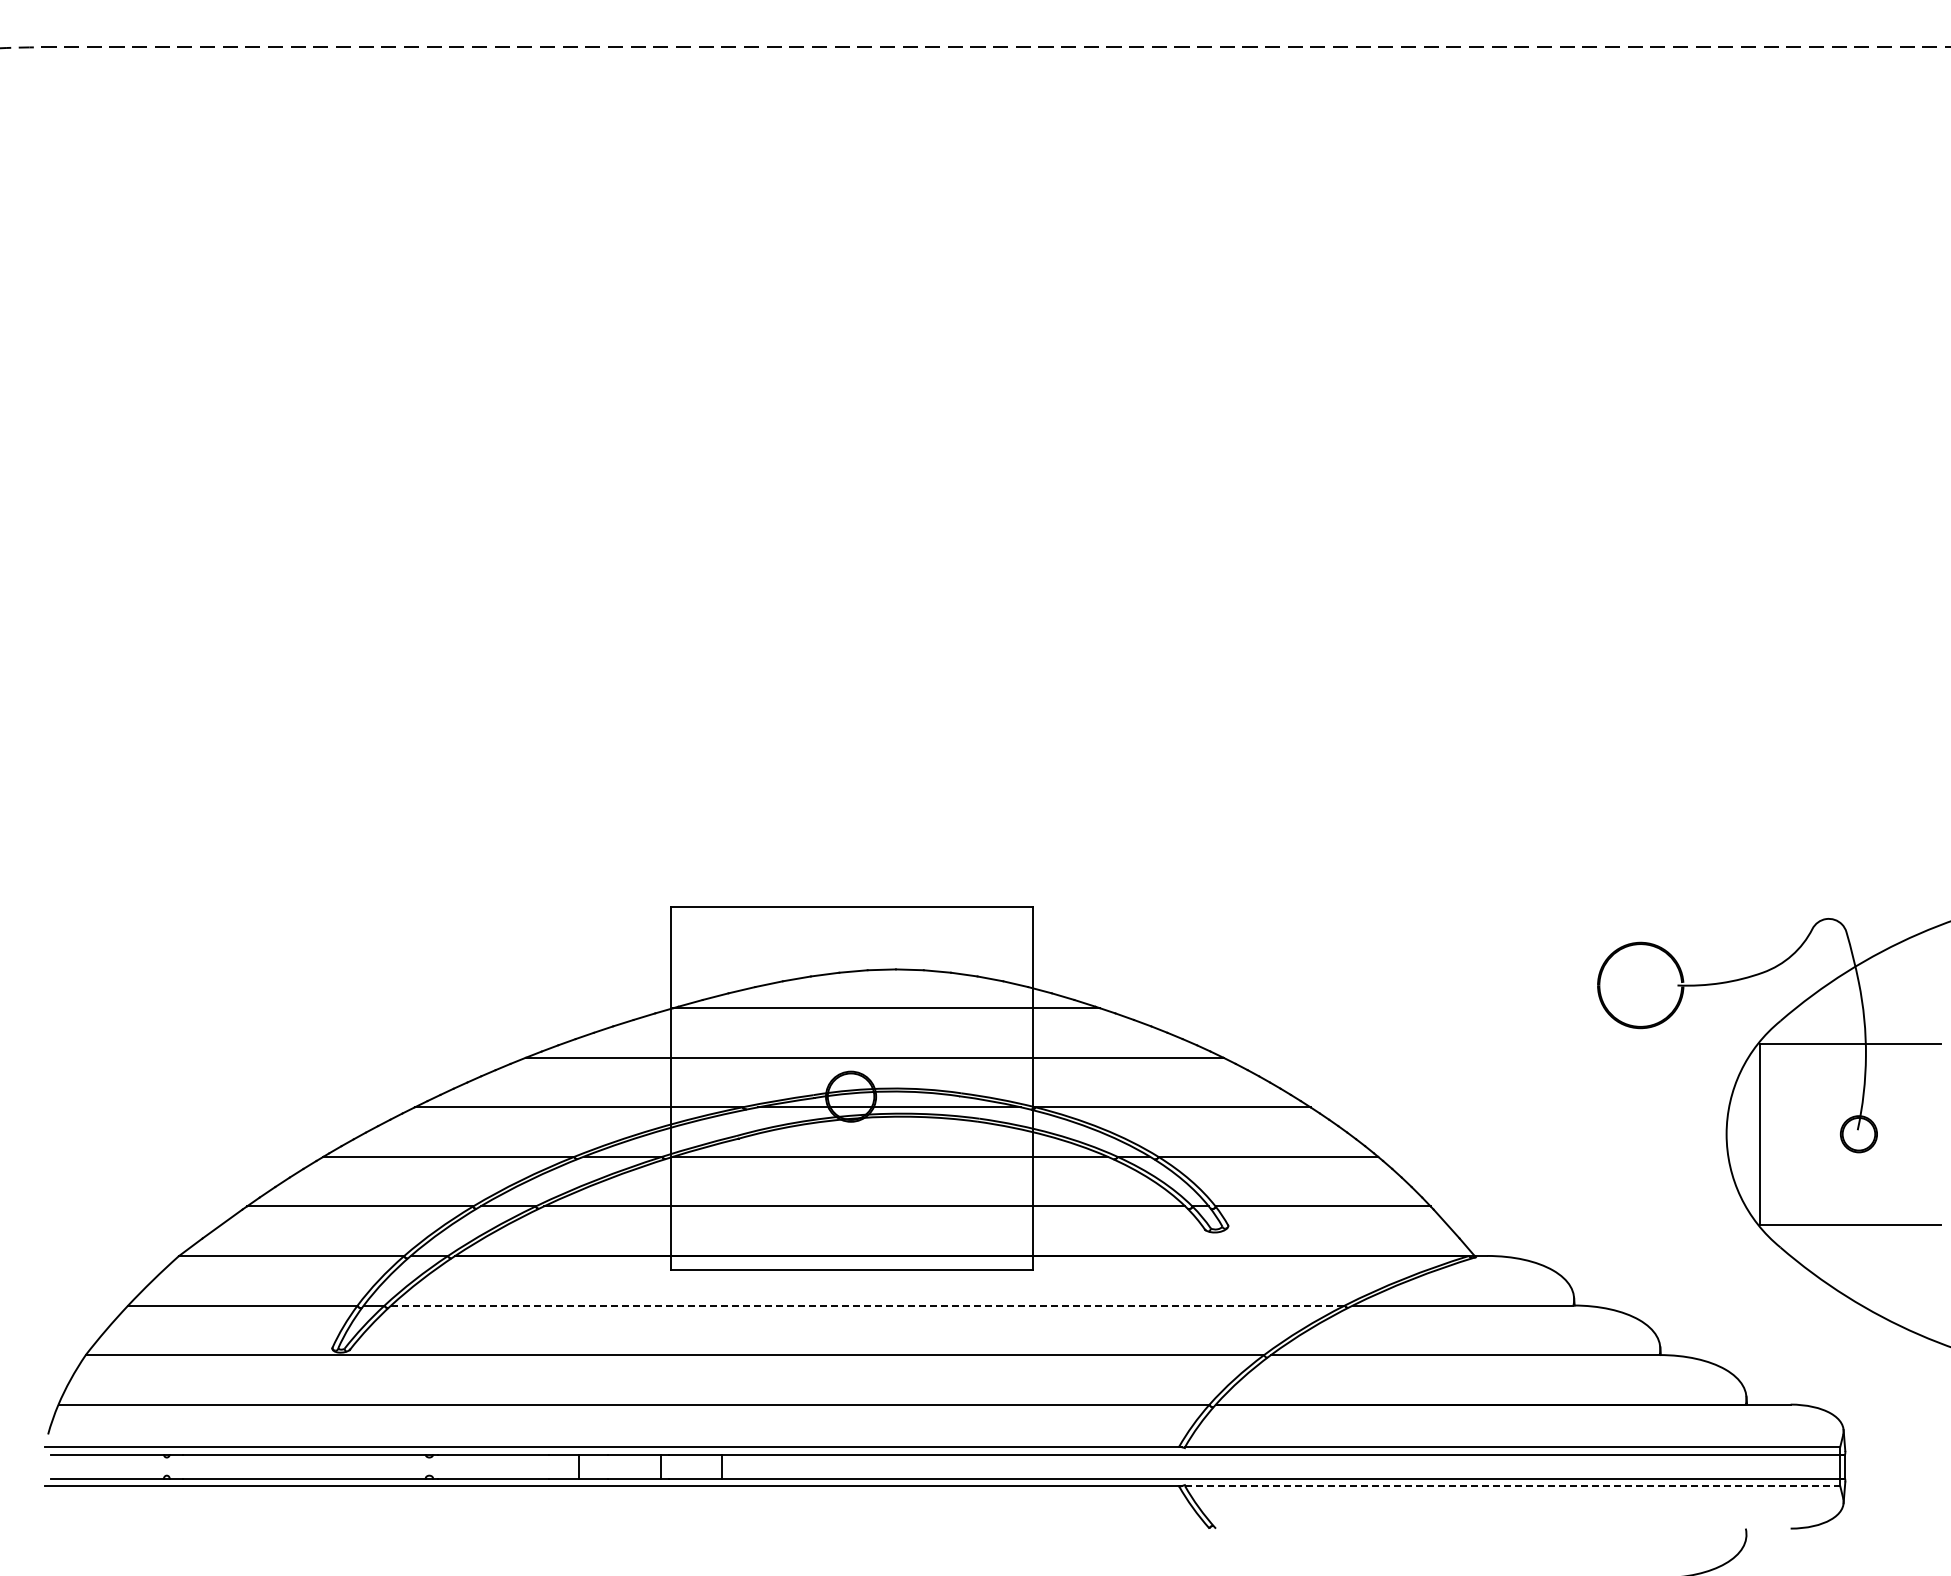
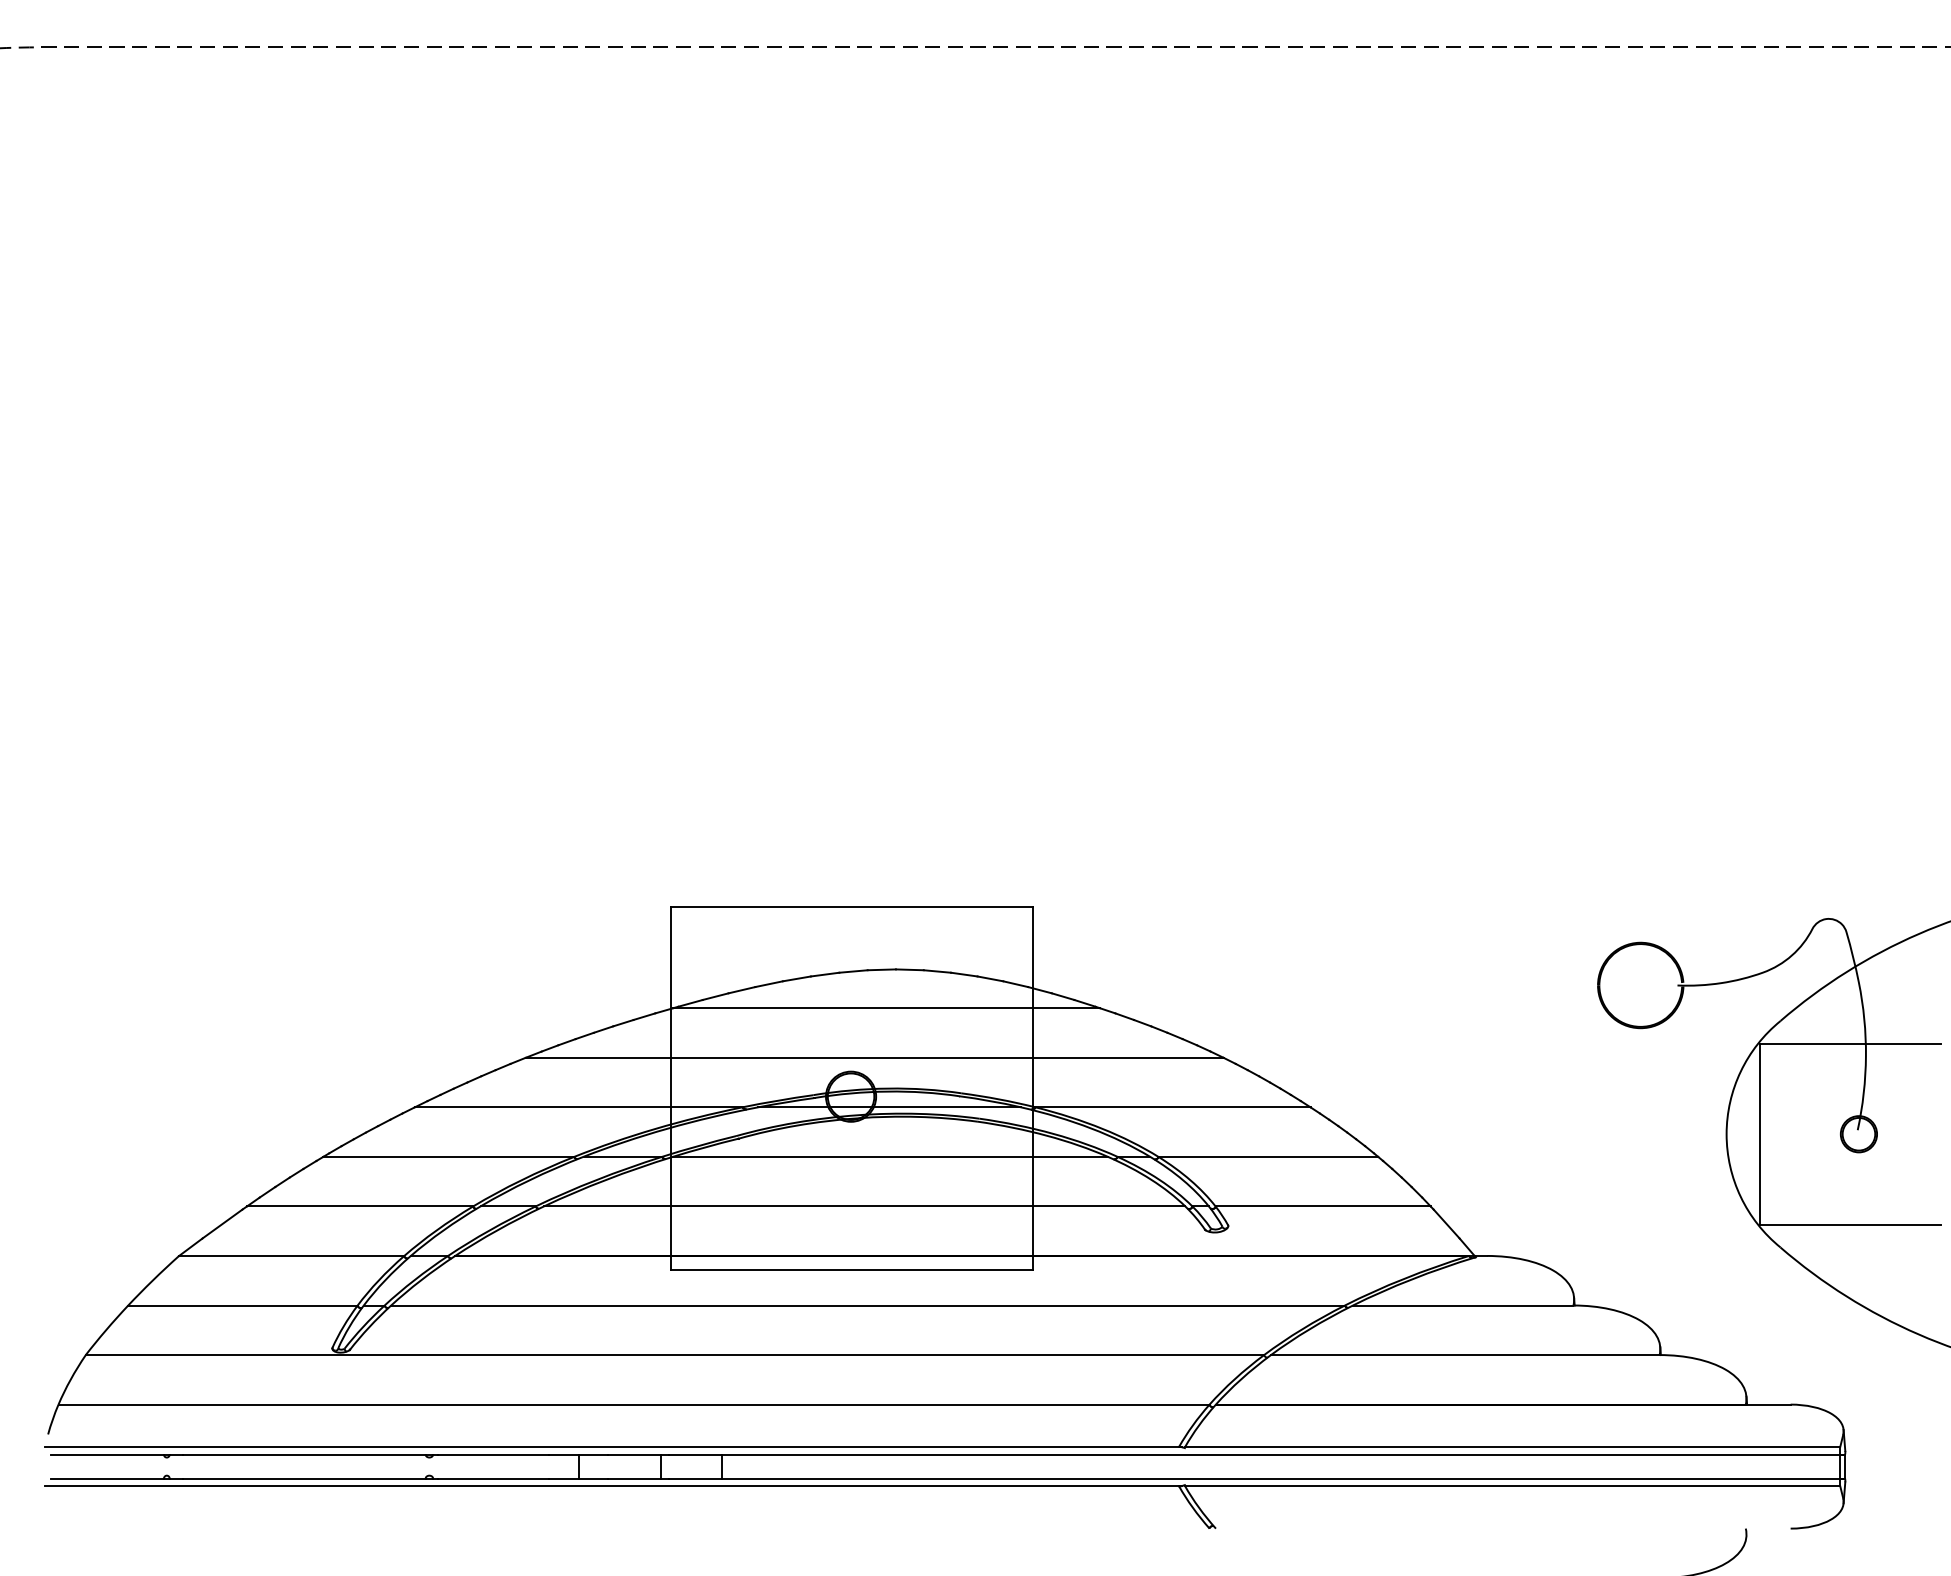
line at (868, 1305): dashed -> solid
line at (1512, 1486): dashed -> solid
